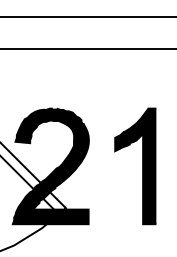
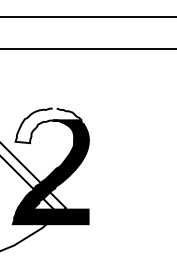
fill at (48, 125): present -> none
part at (142, 166): present -> none
